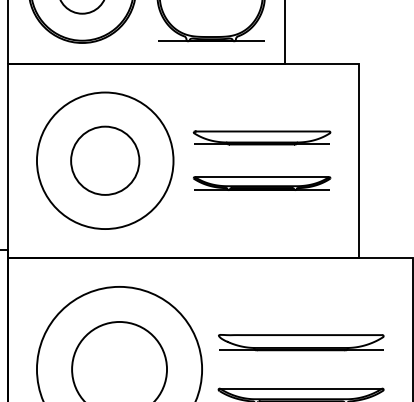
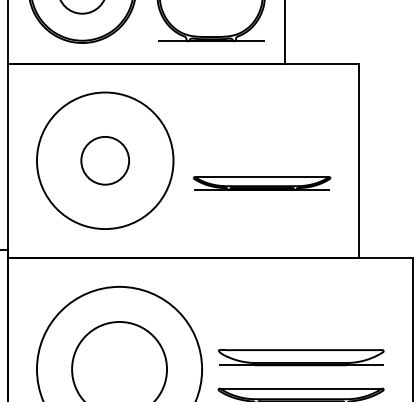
part at (261, 137): present -> none
circle at (105, 160) diameter: 68 px -> 48 px
part at (301, 342) position: (301, 342) -> (301, 357)
